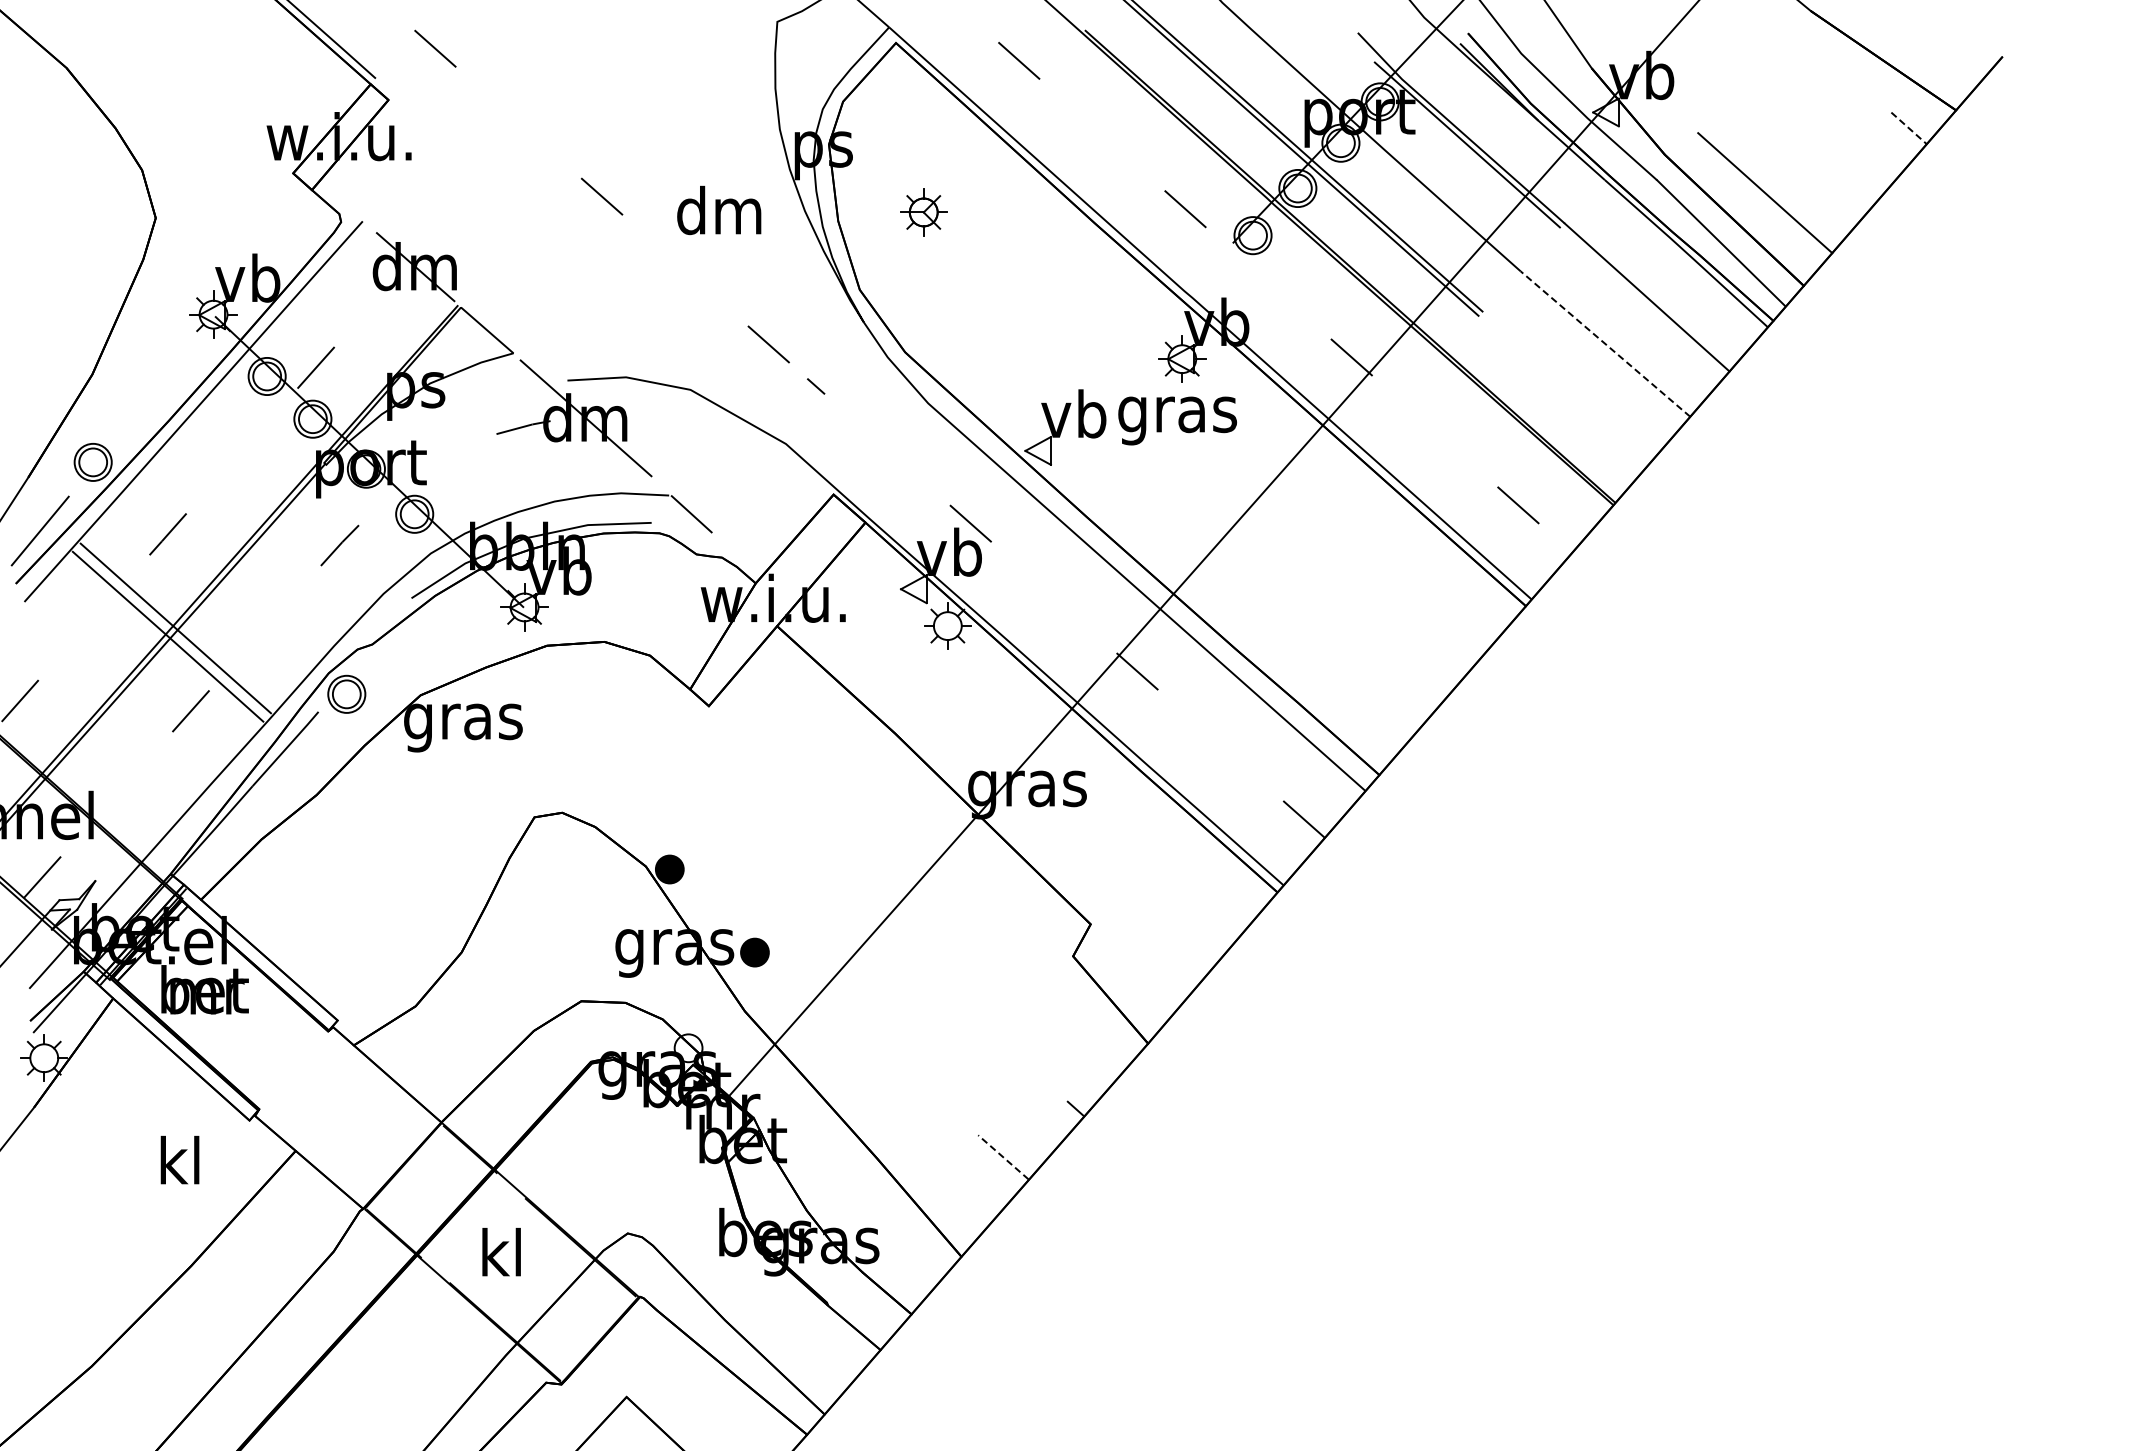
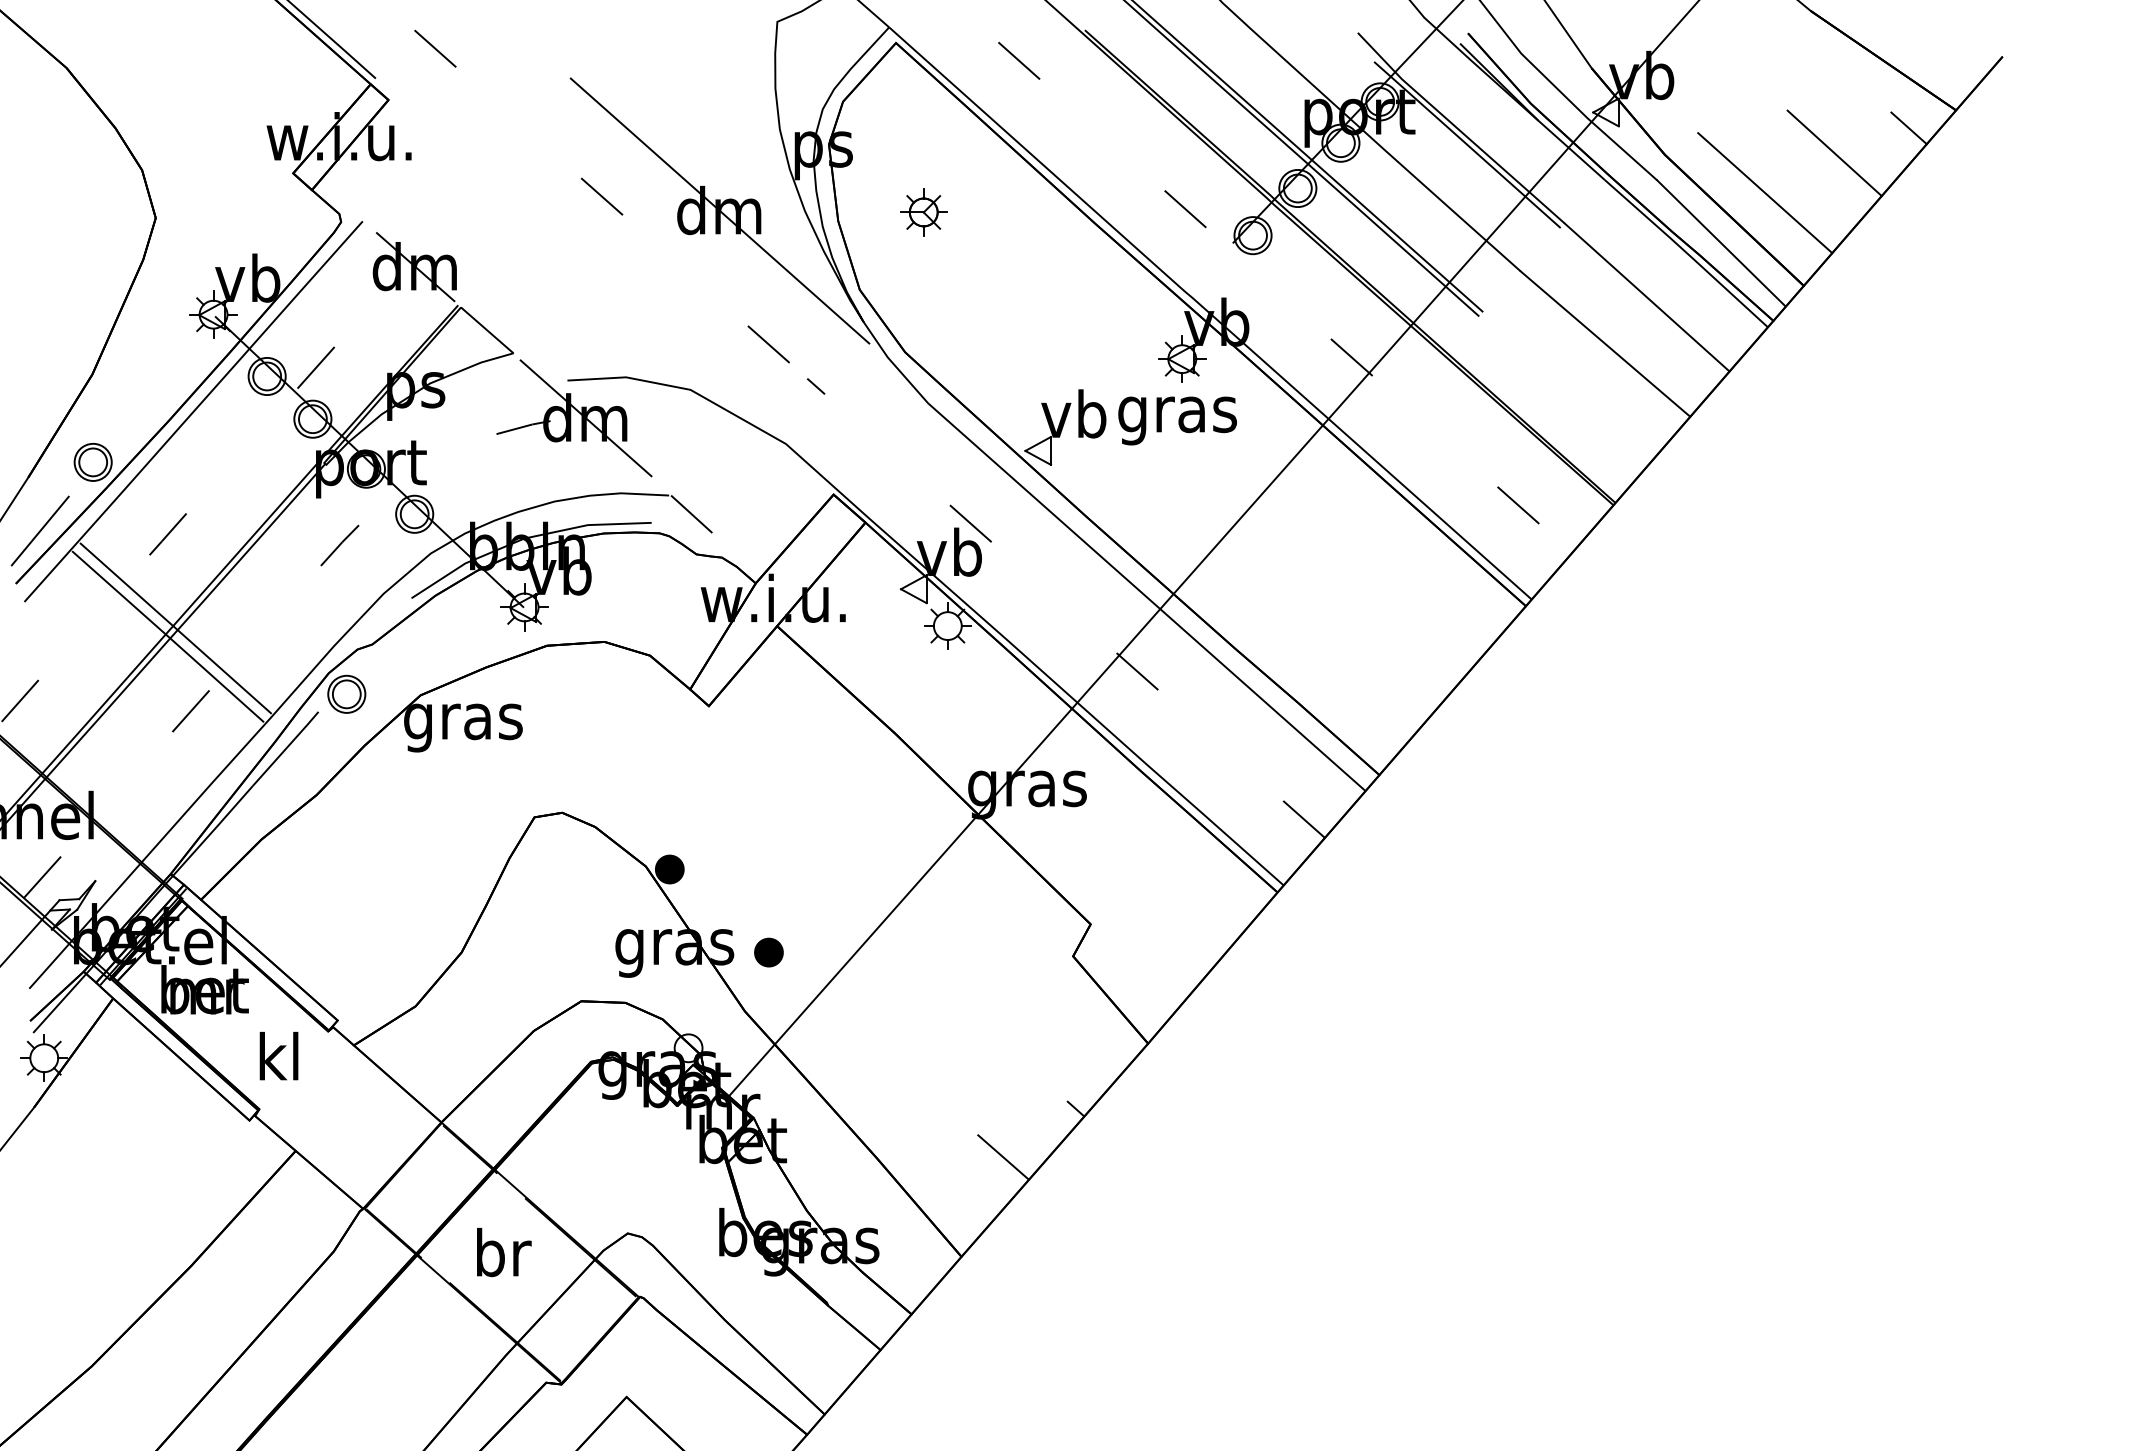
line at (1909, 128): dashed -> solid
line at (1834, 153): none -> present
line at (719, 210): none -> present
line at (1605, 344): dashed -> solid
part at (754, 952) position: (754, 952) -> (768, 952)
line at (1003, 1157): dashed -> solid
text at (179, 1160) position: (179, 1160) -> (278, 1056)
text at (504, 1252): kl -> br
